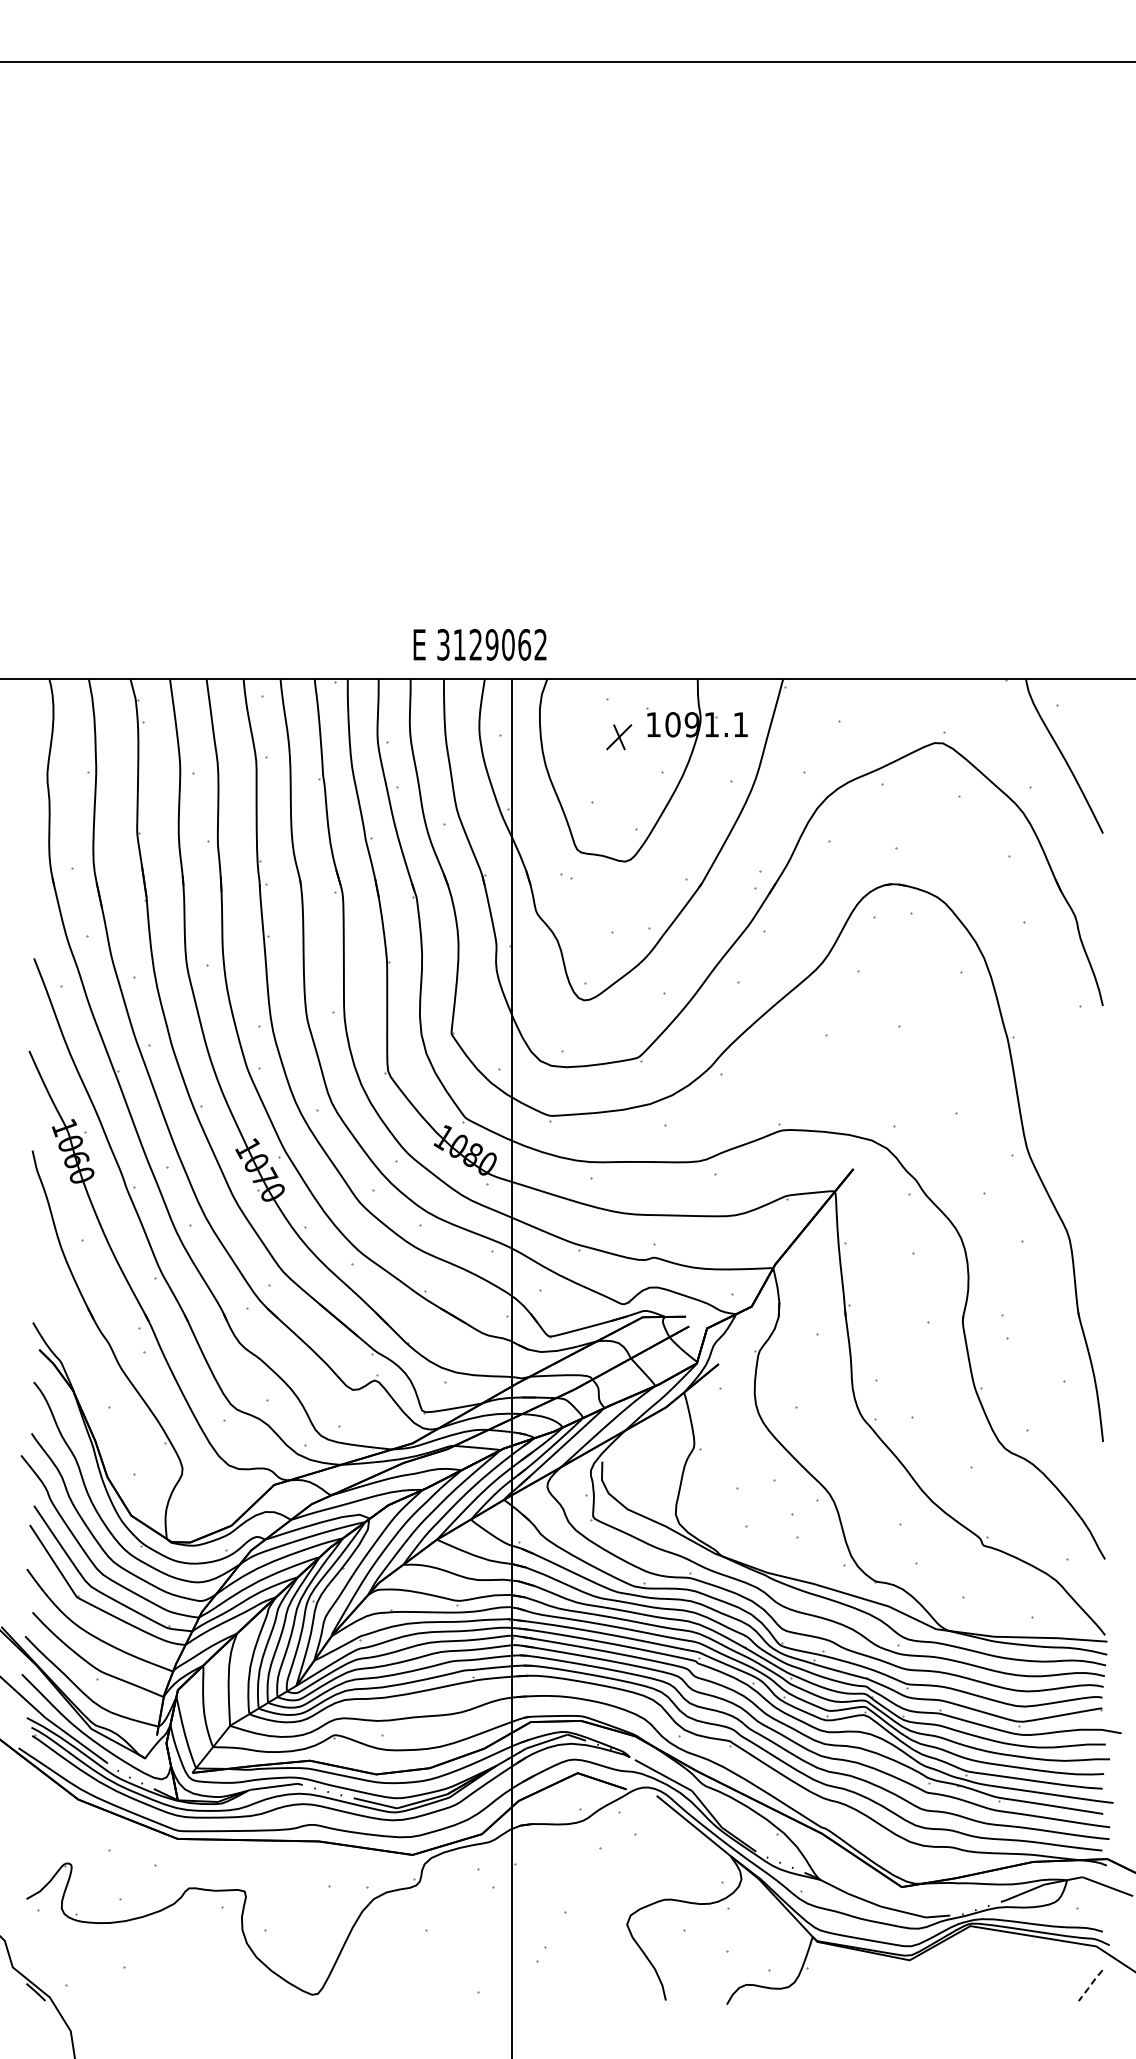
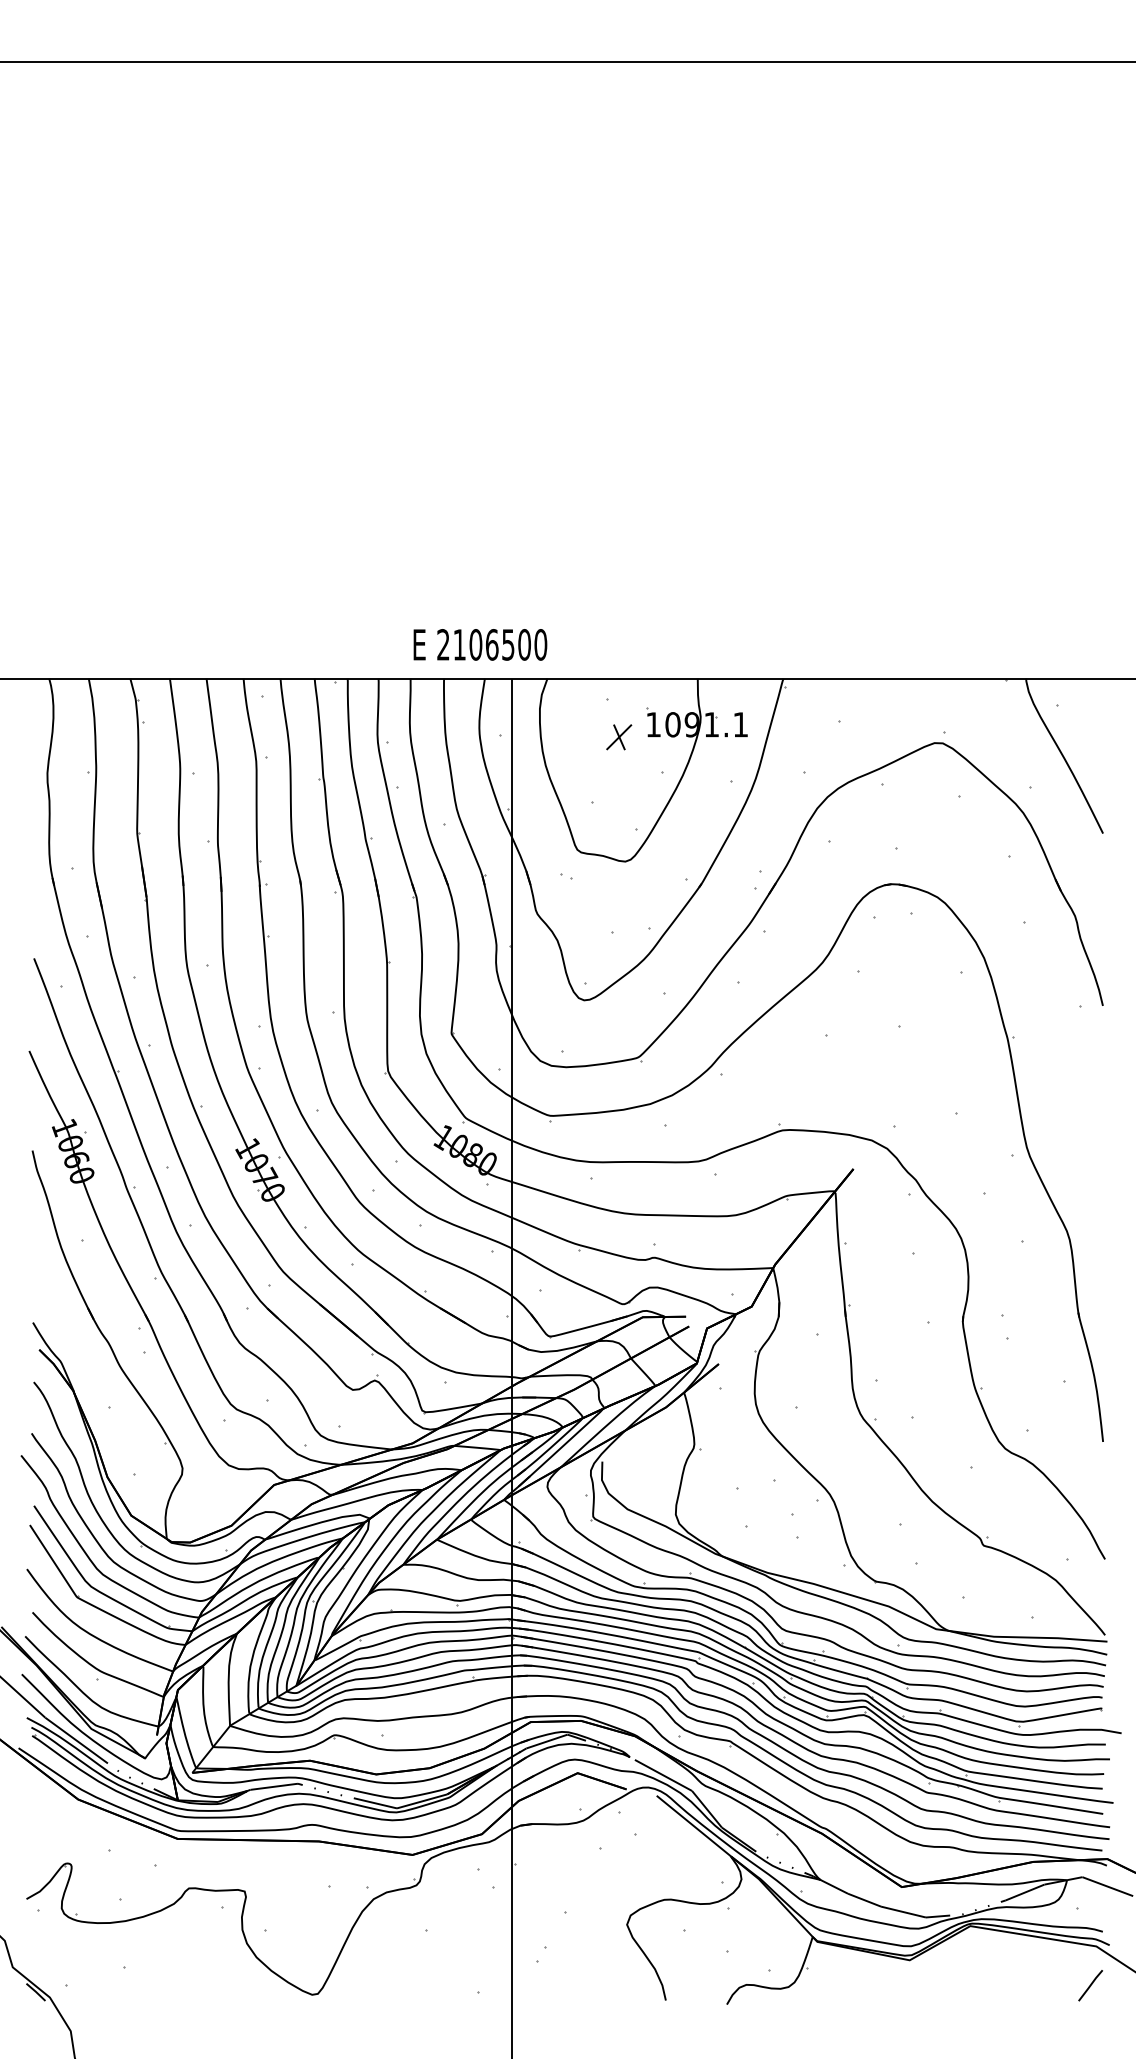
text at (492, 644): 3129062 -> 2106500
line at (1090, 1985): dashed -> solid
